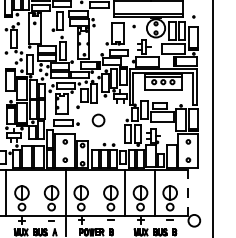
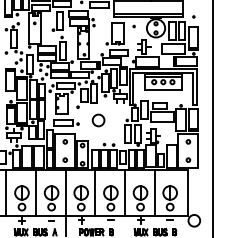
line at (36, 192): none -> present
line at (95, 192): none -> present
line at (188, 192): dashed -> solid
